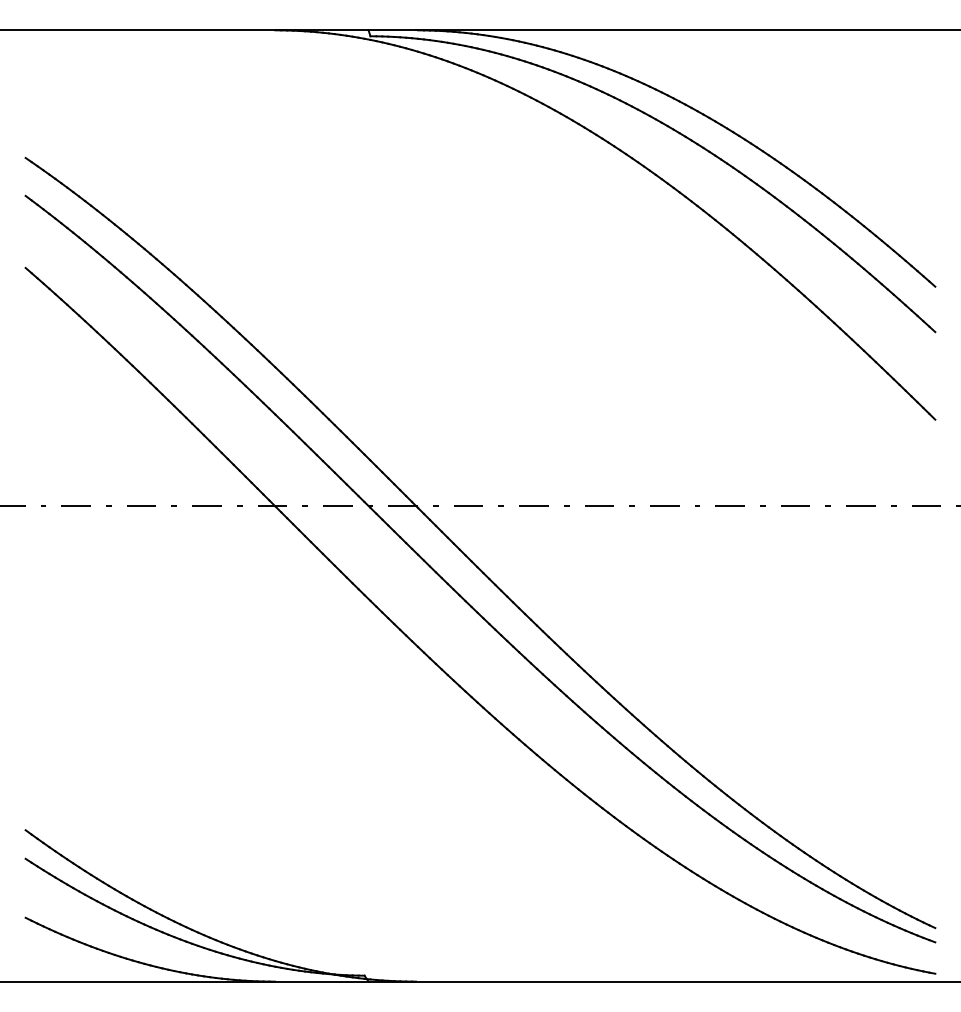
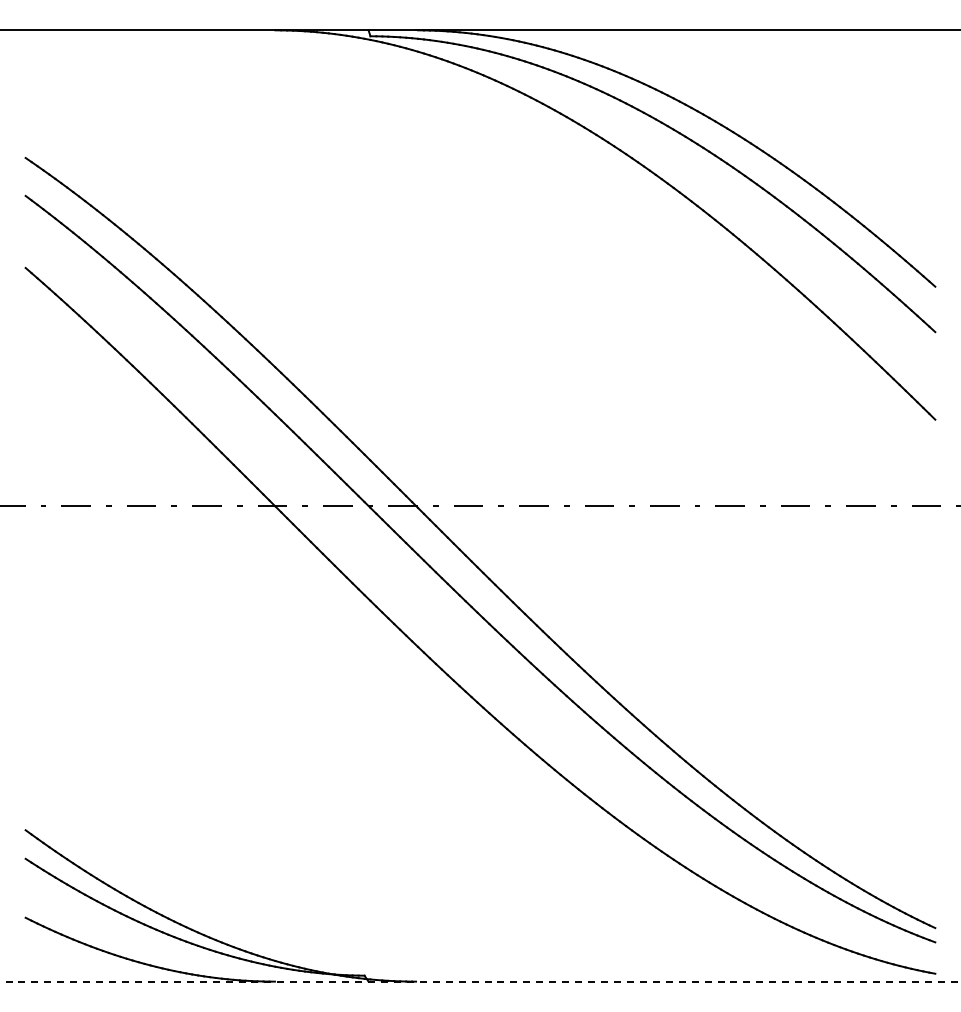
line at (480, 981): solid -> dashed
